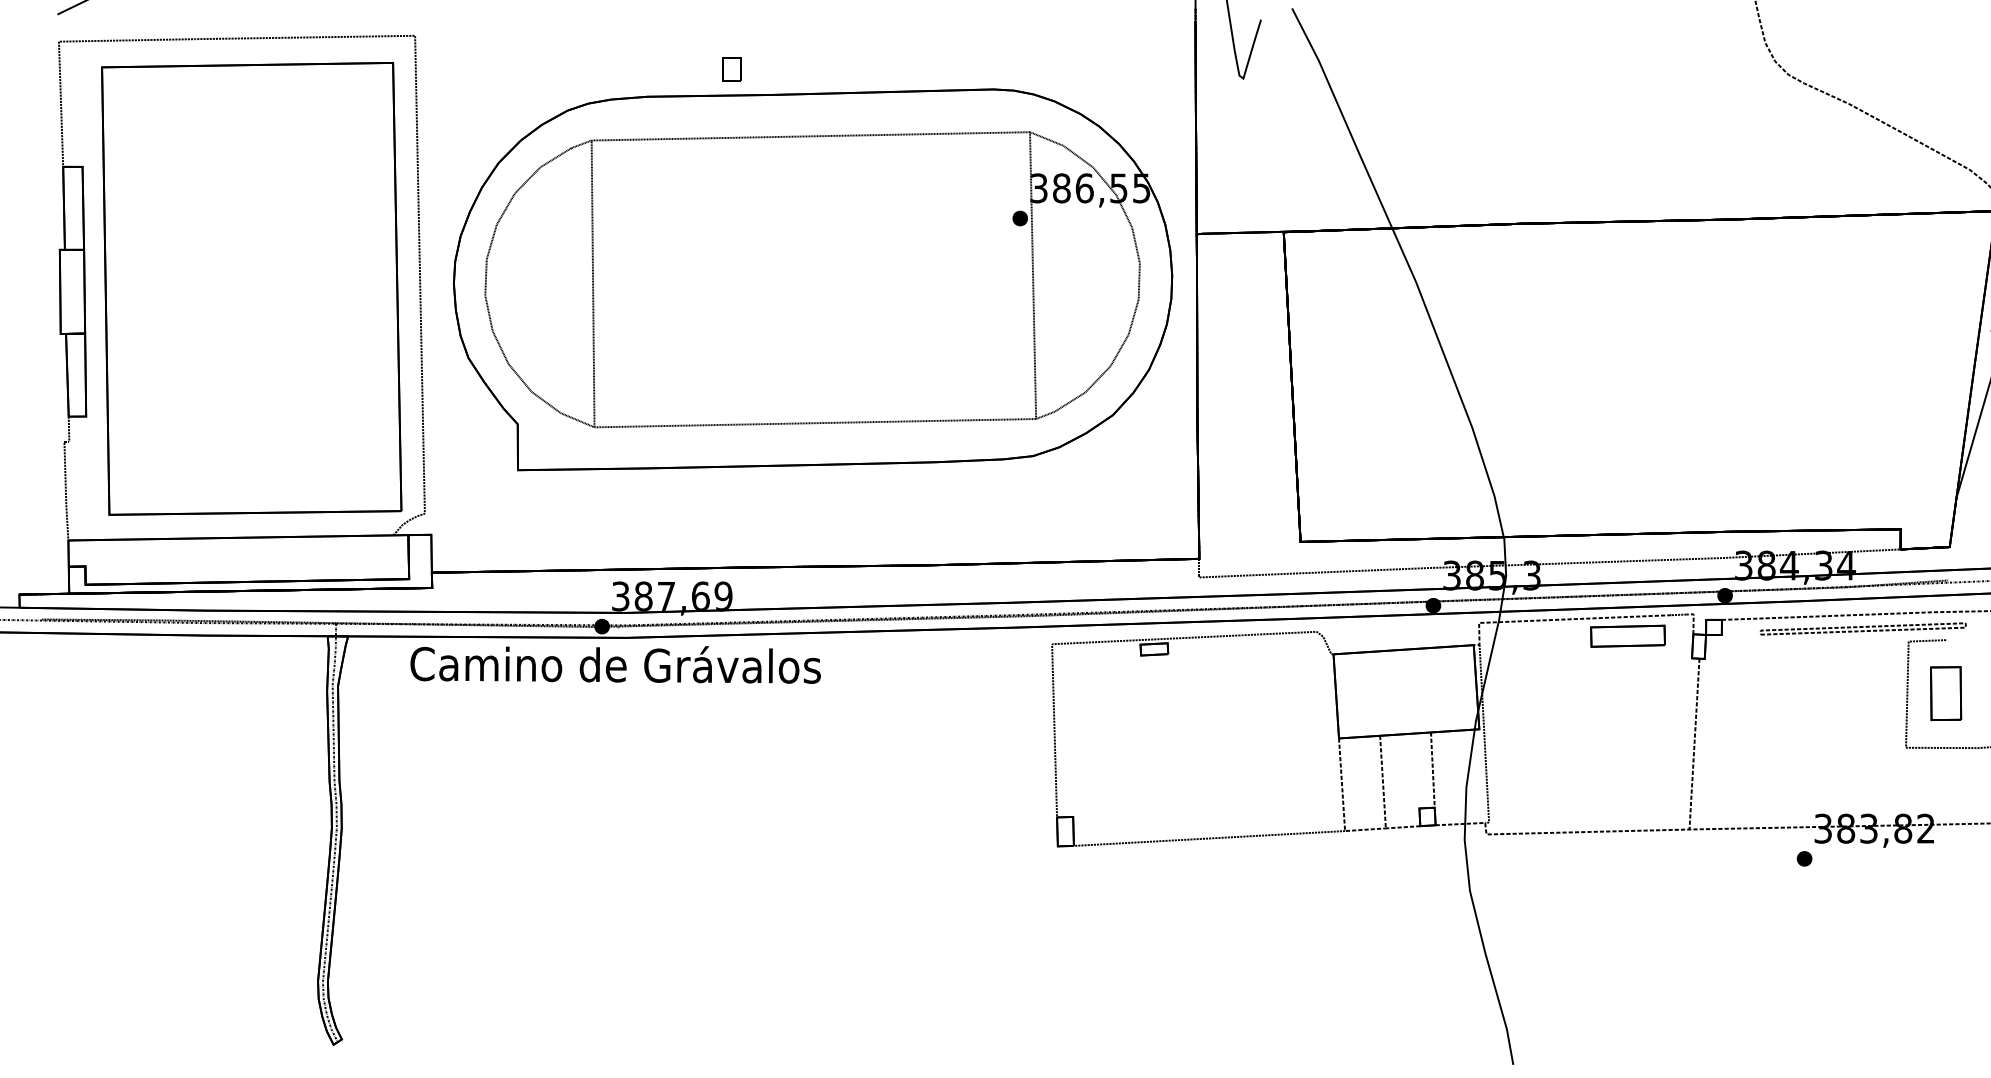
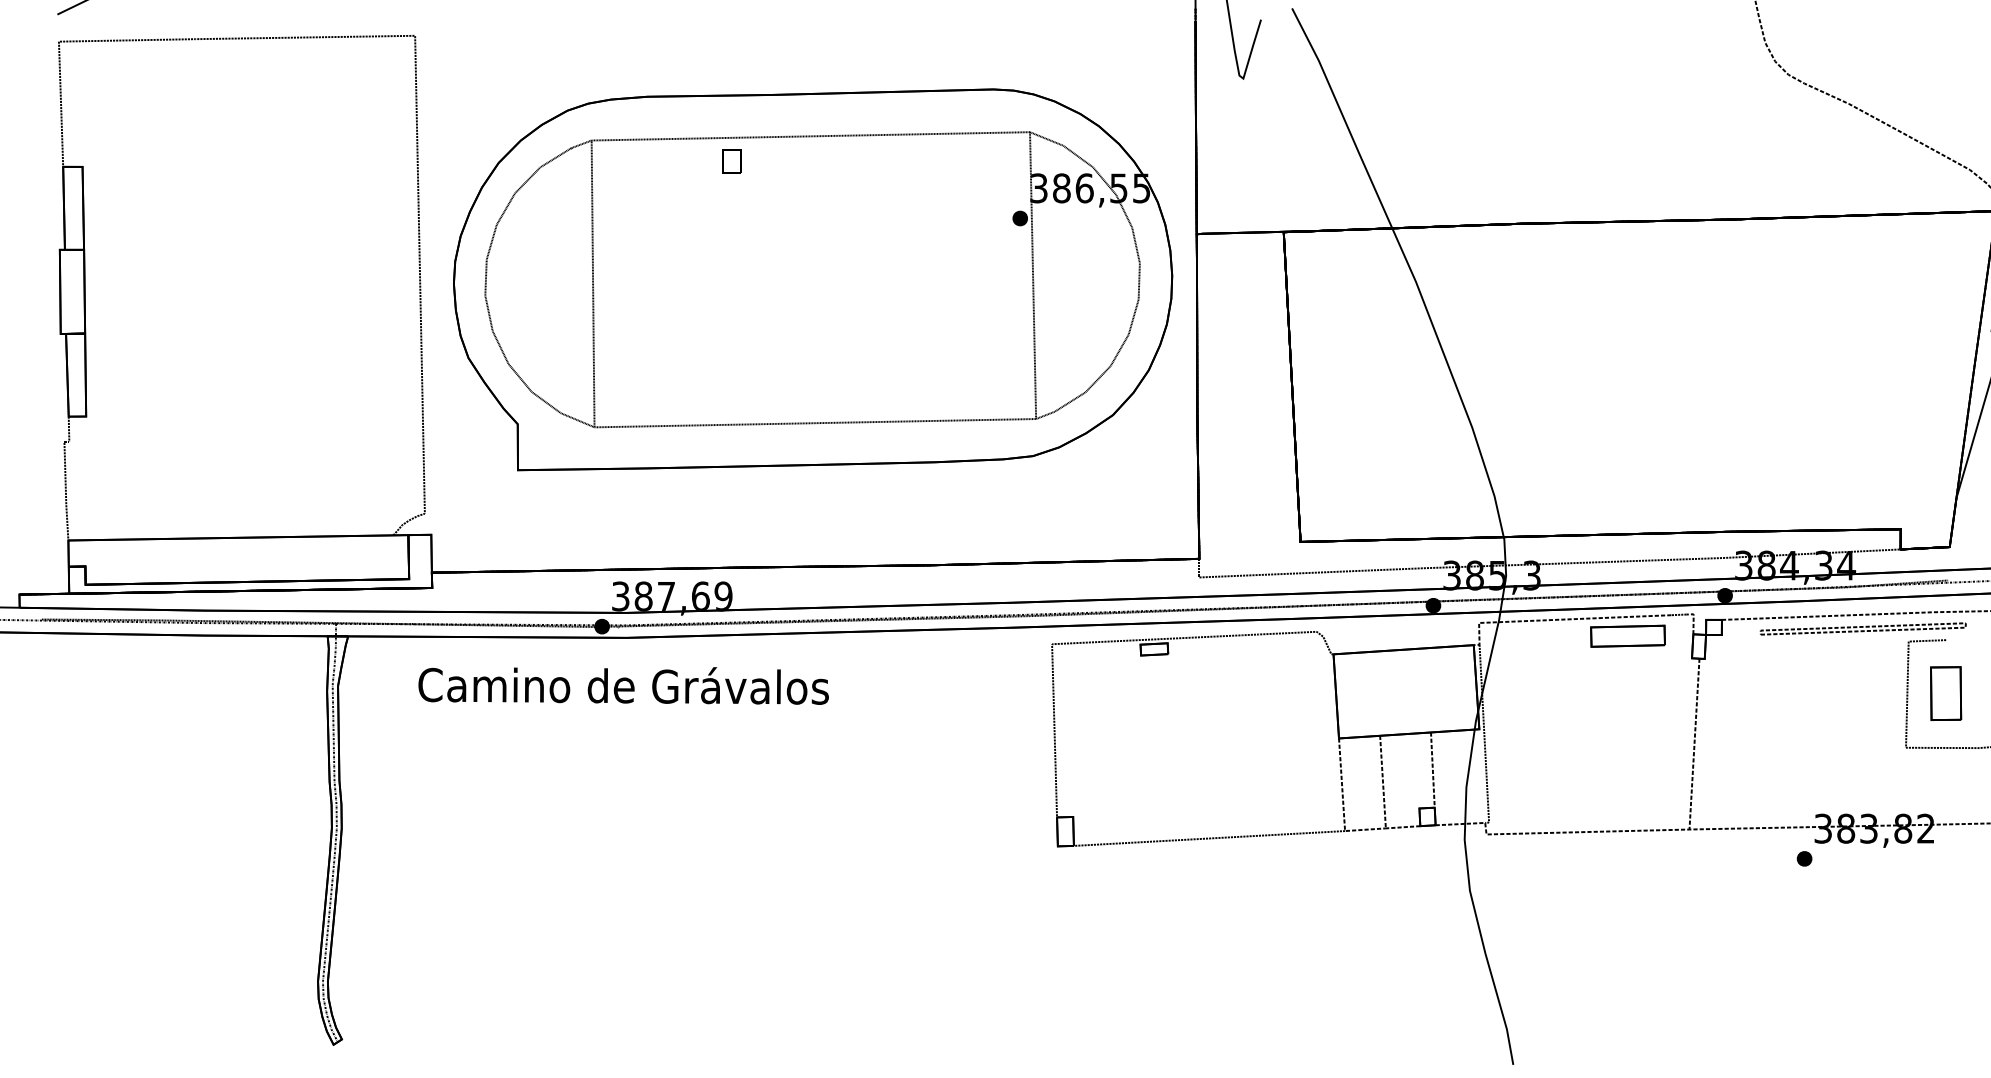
part at (731, 69) position: (731, 69) -> (731, 161)
part at (251, 288): present -> none
text at (615, 664) position: (615, 664) -> (623, 685)
